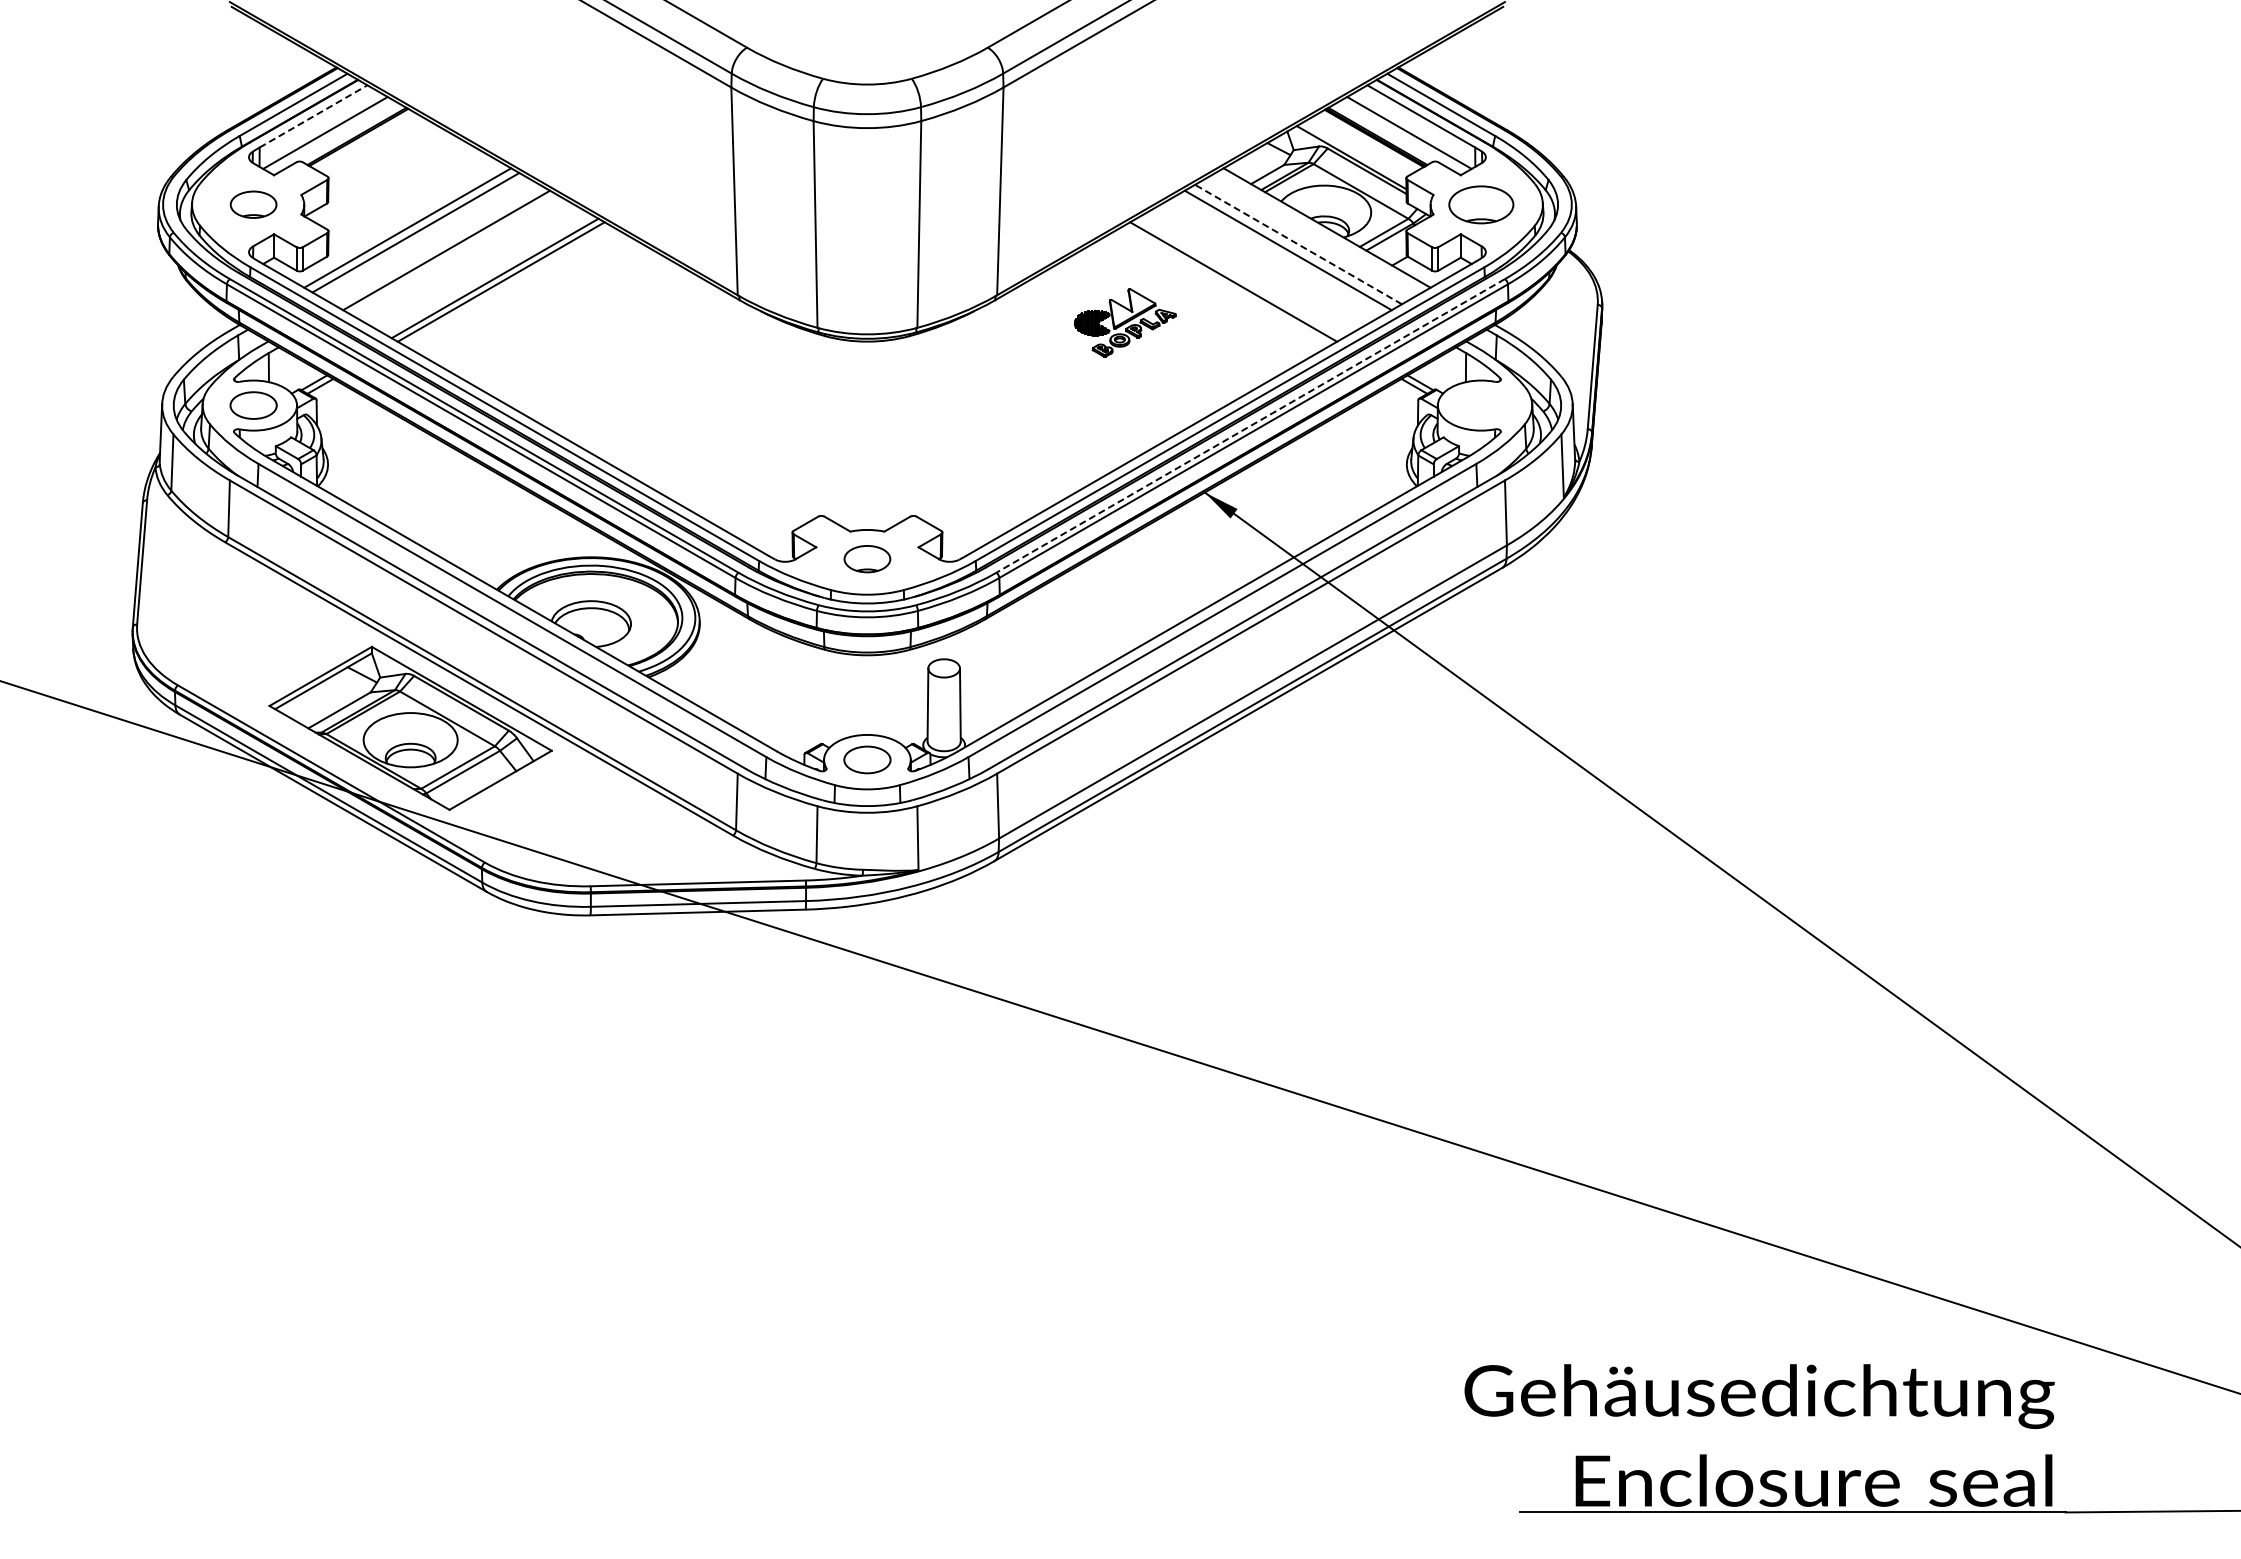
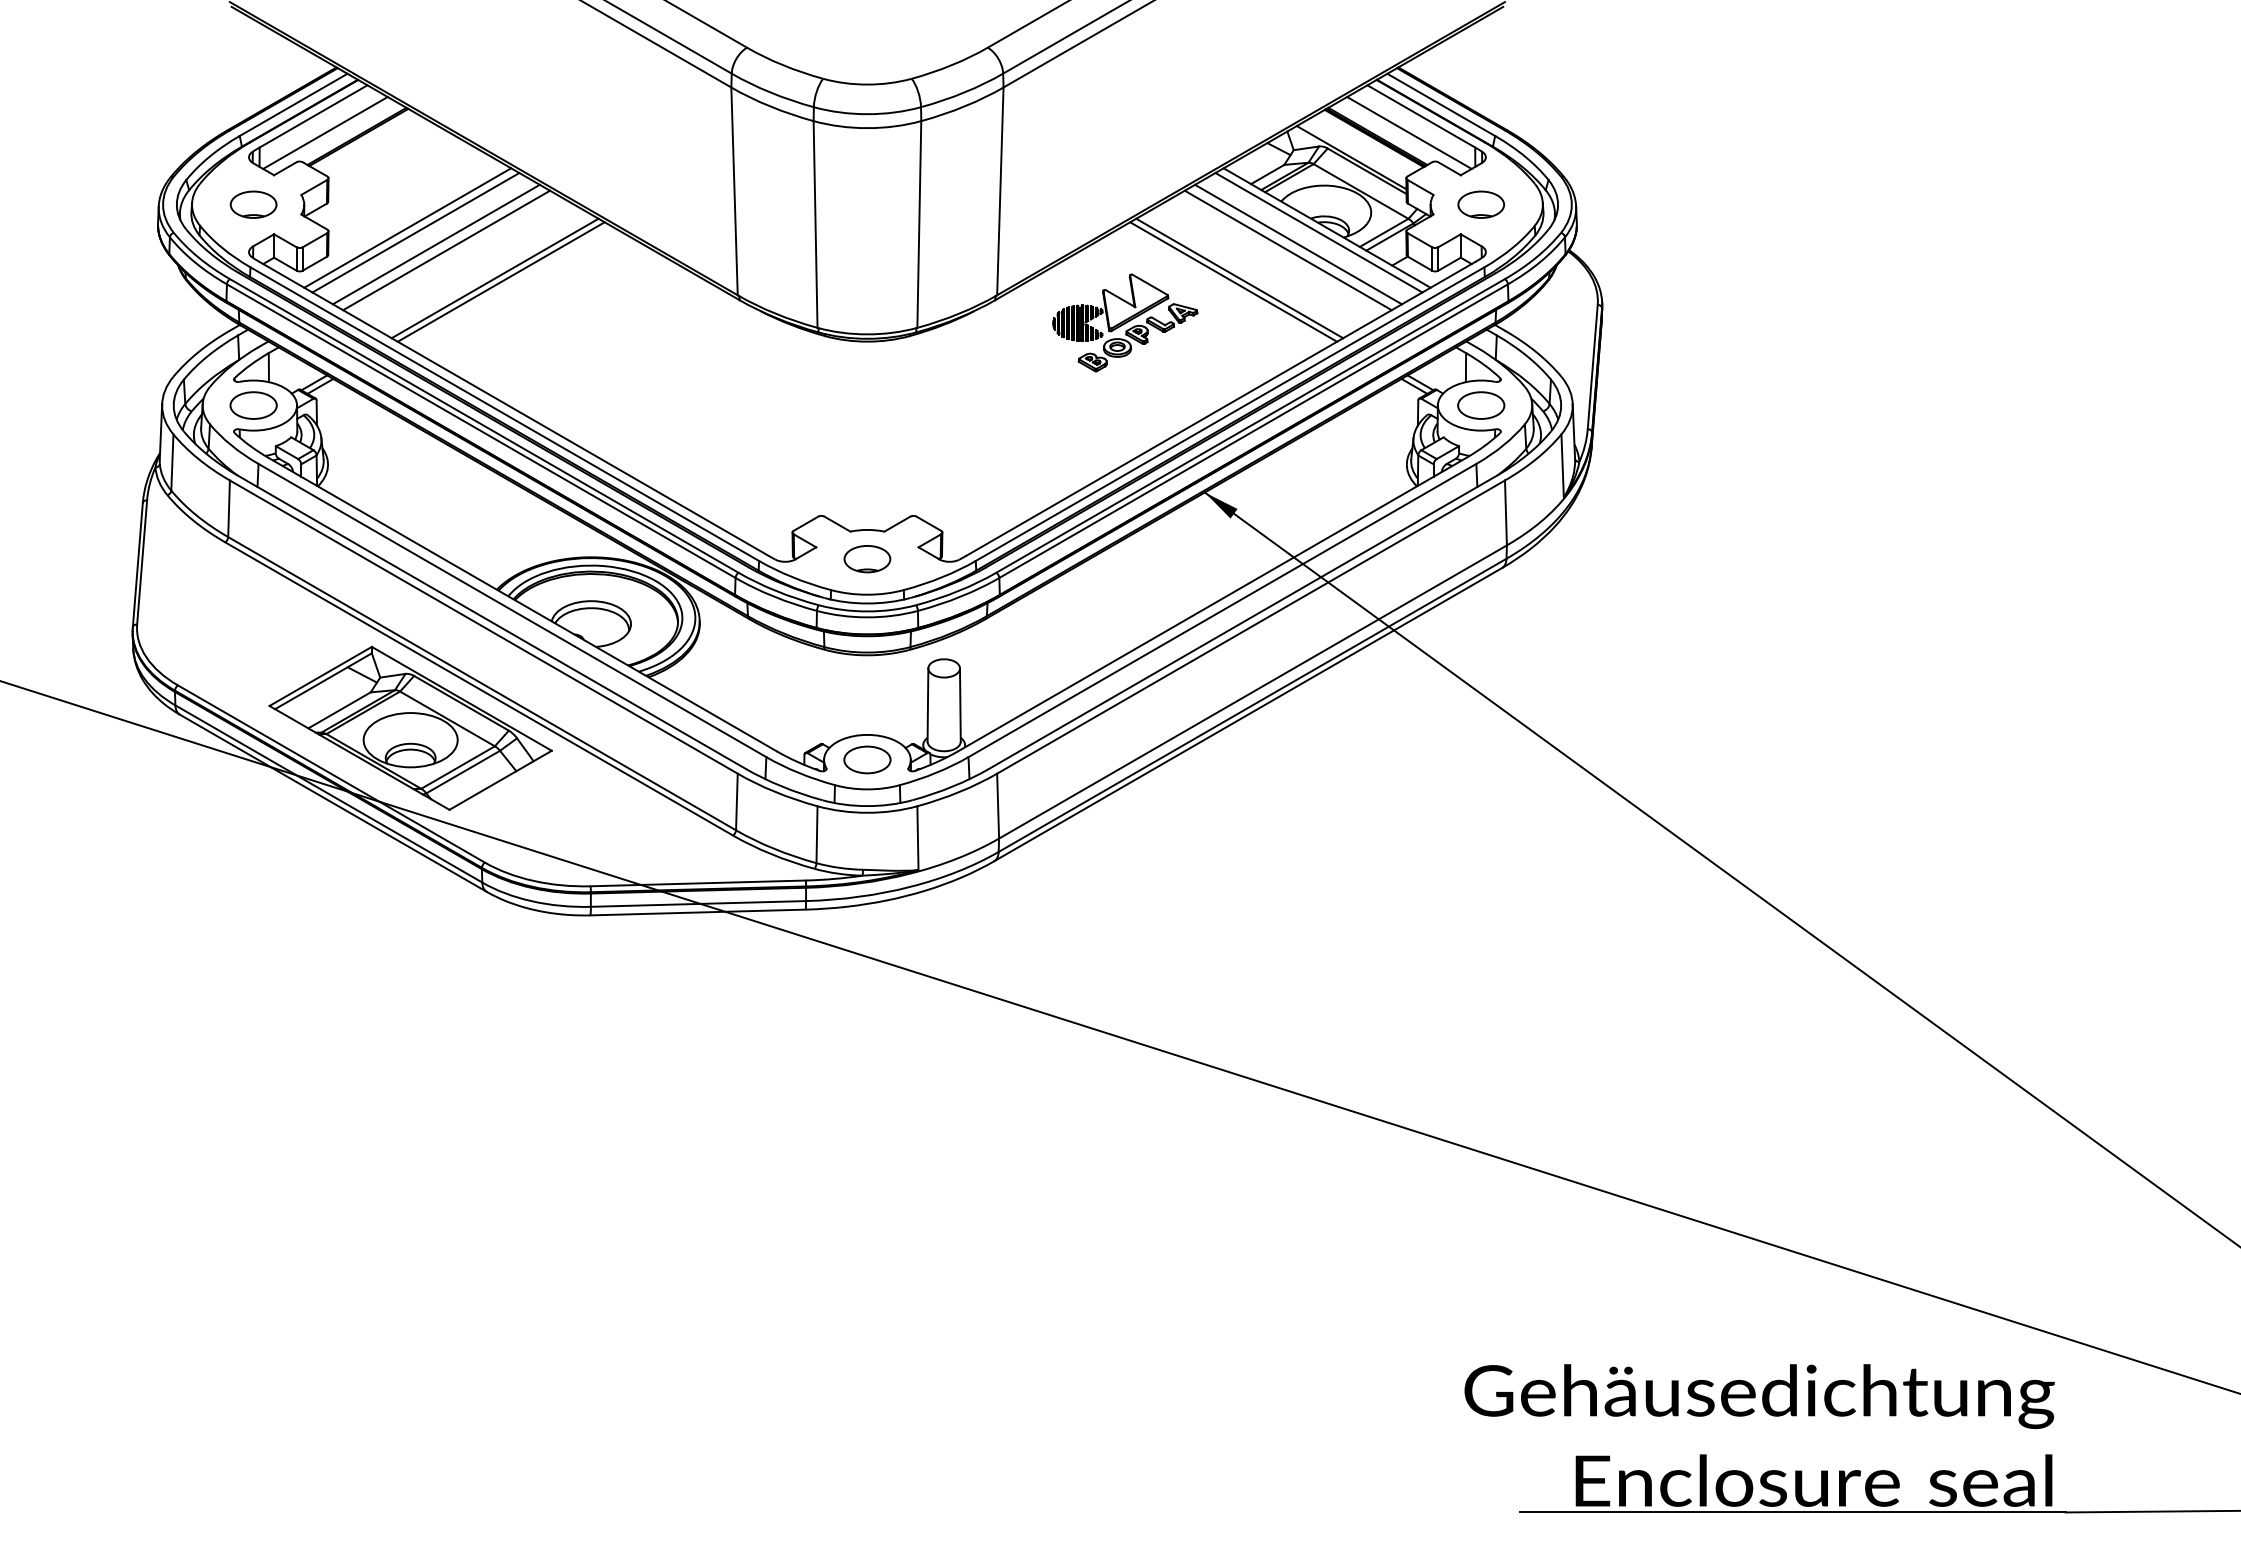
line at (314, 116): dashed -> solid
part at (1481, 204) size: 67x40 px -> 48x29 px
line at (1318, 232): none -> present
line at (435, 244): none -> present
line at (1298, 244): dashed -> solid
line at (1239, 278): none -> present
part at (1125, 322) size: 103x70 px -> 147x100 px
part at (1481, 405): none -> present
line at (1250, 425): dashed -> solid
